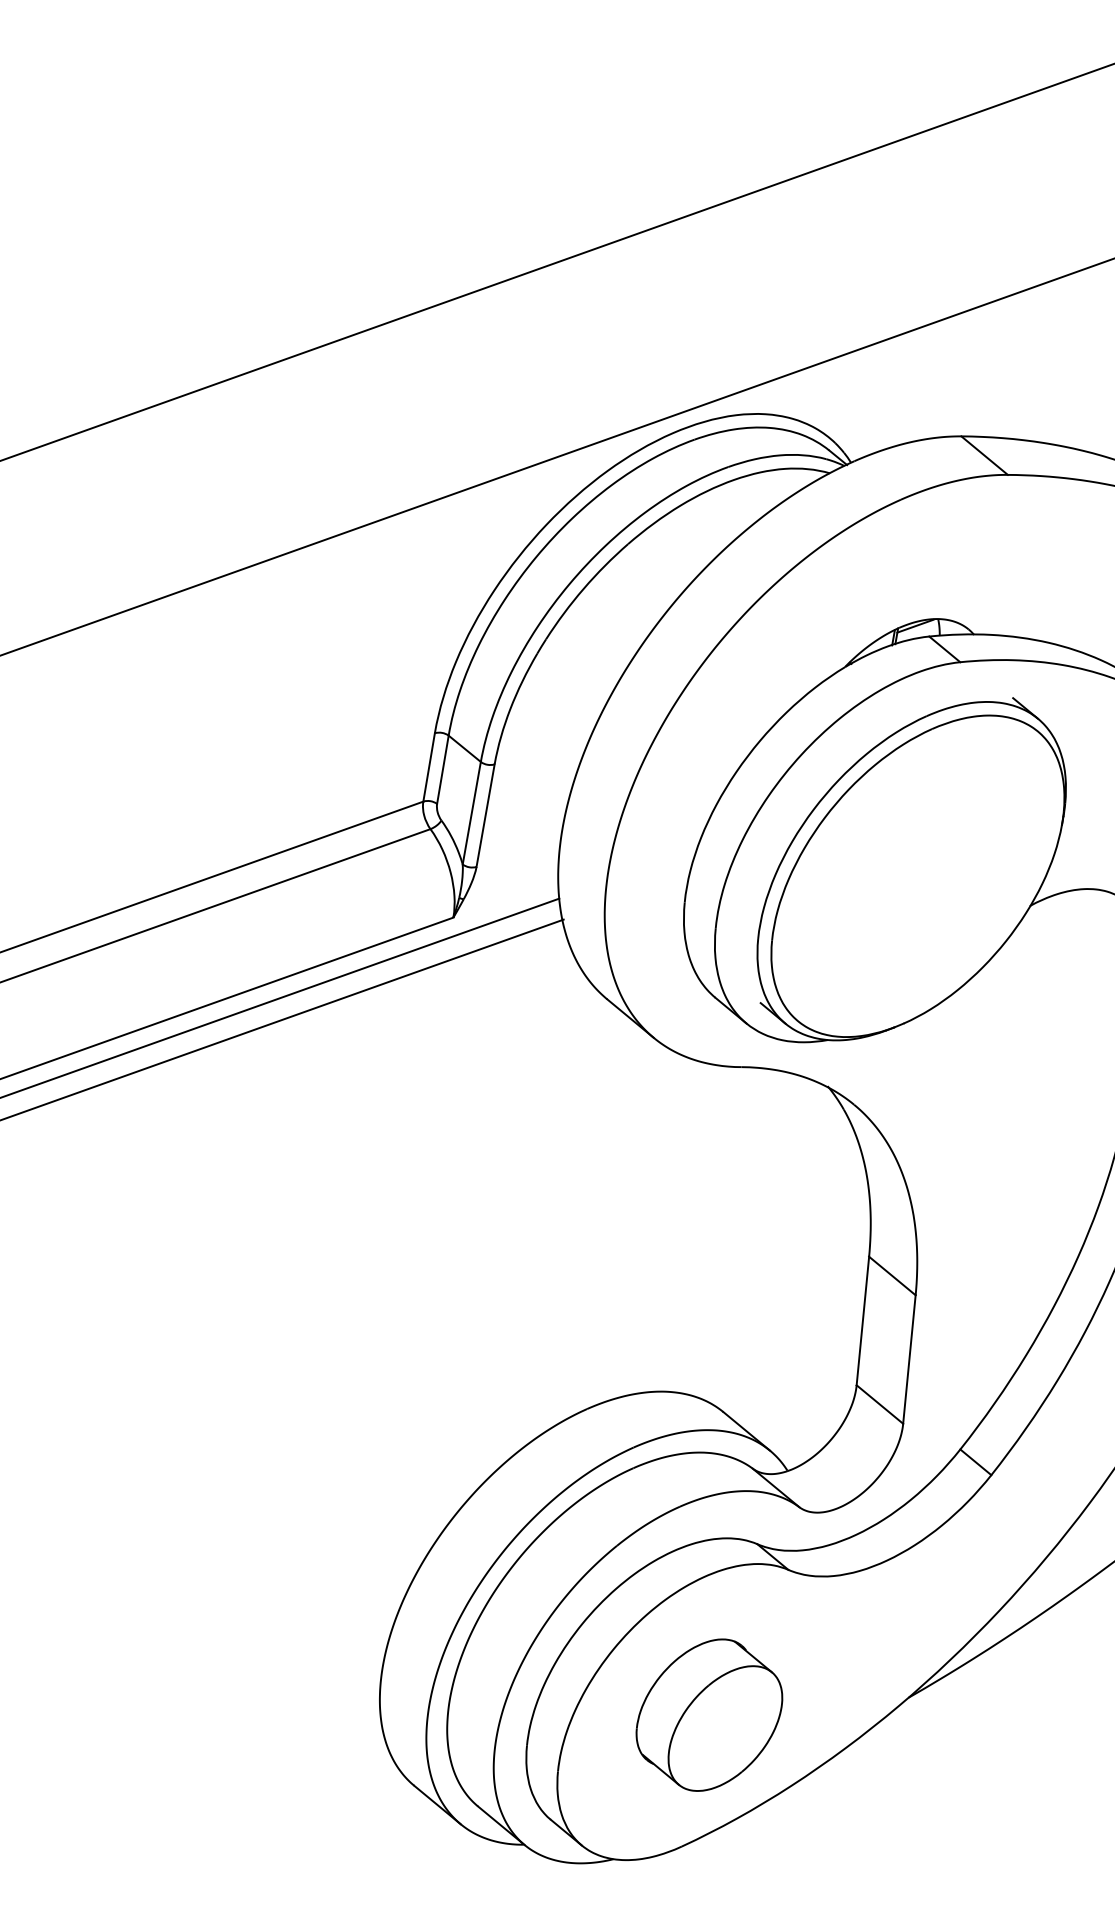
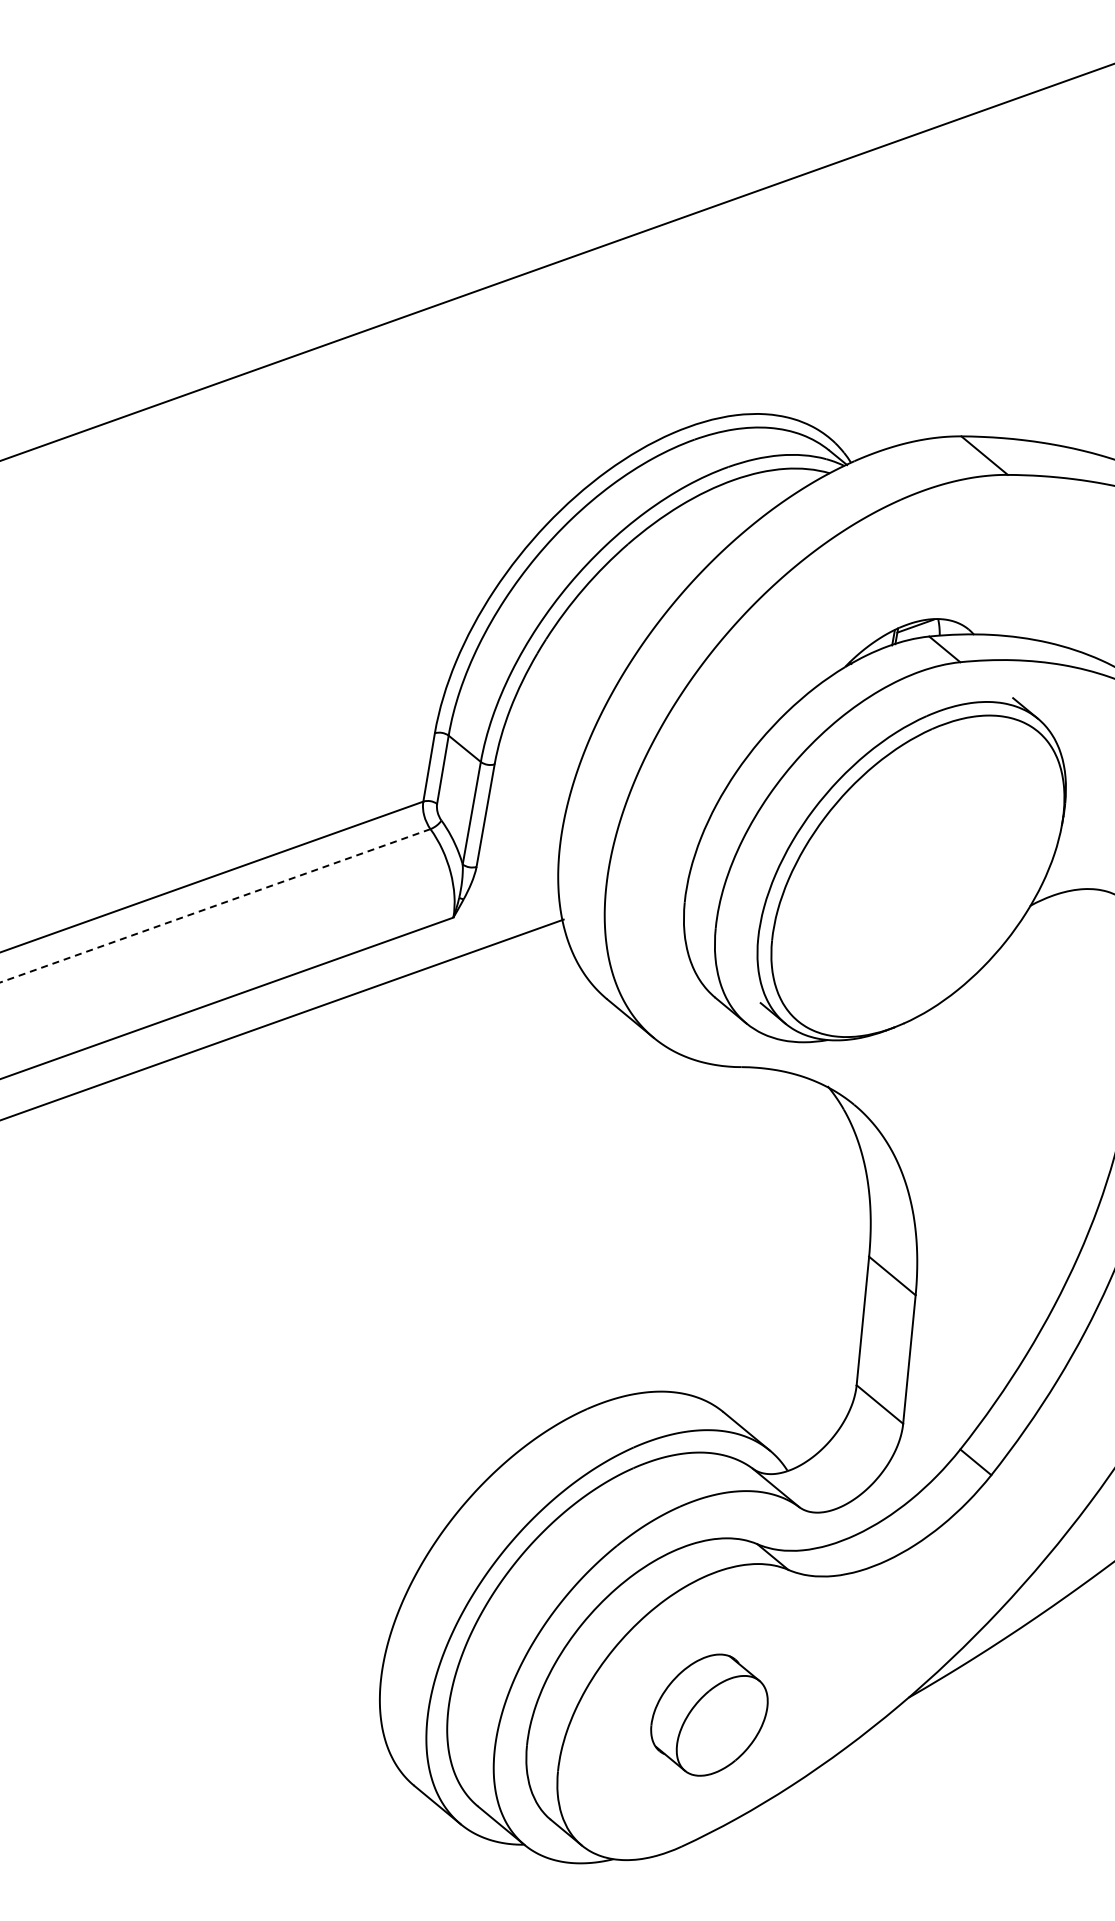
line at (556, 456): present -> none
line at (214, 906): solid -> dashed
line at (280, 997): present -> none
part at (709, 1714) size: 149x154 px -> 119x124 px
